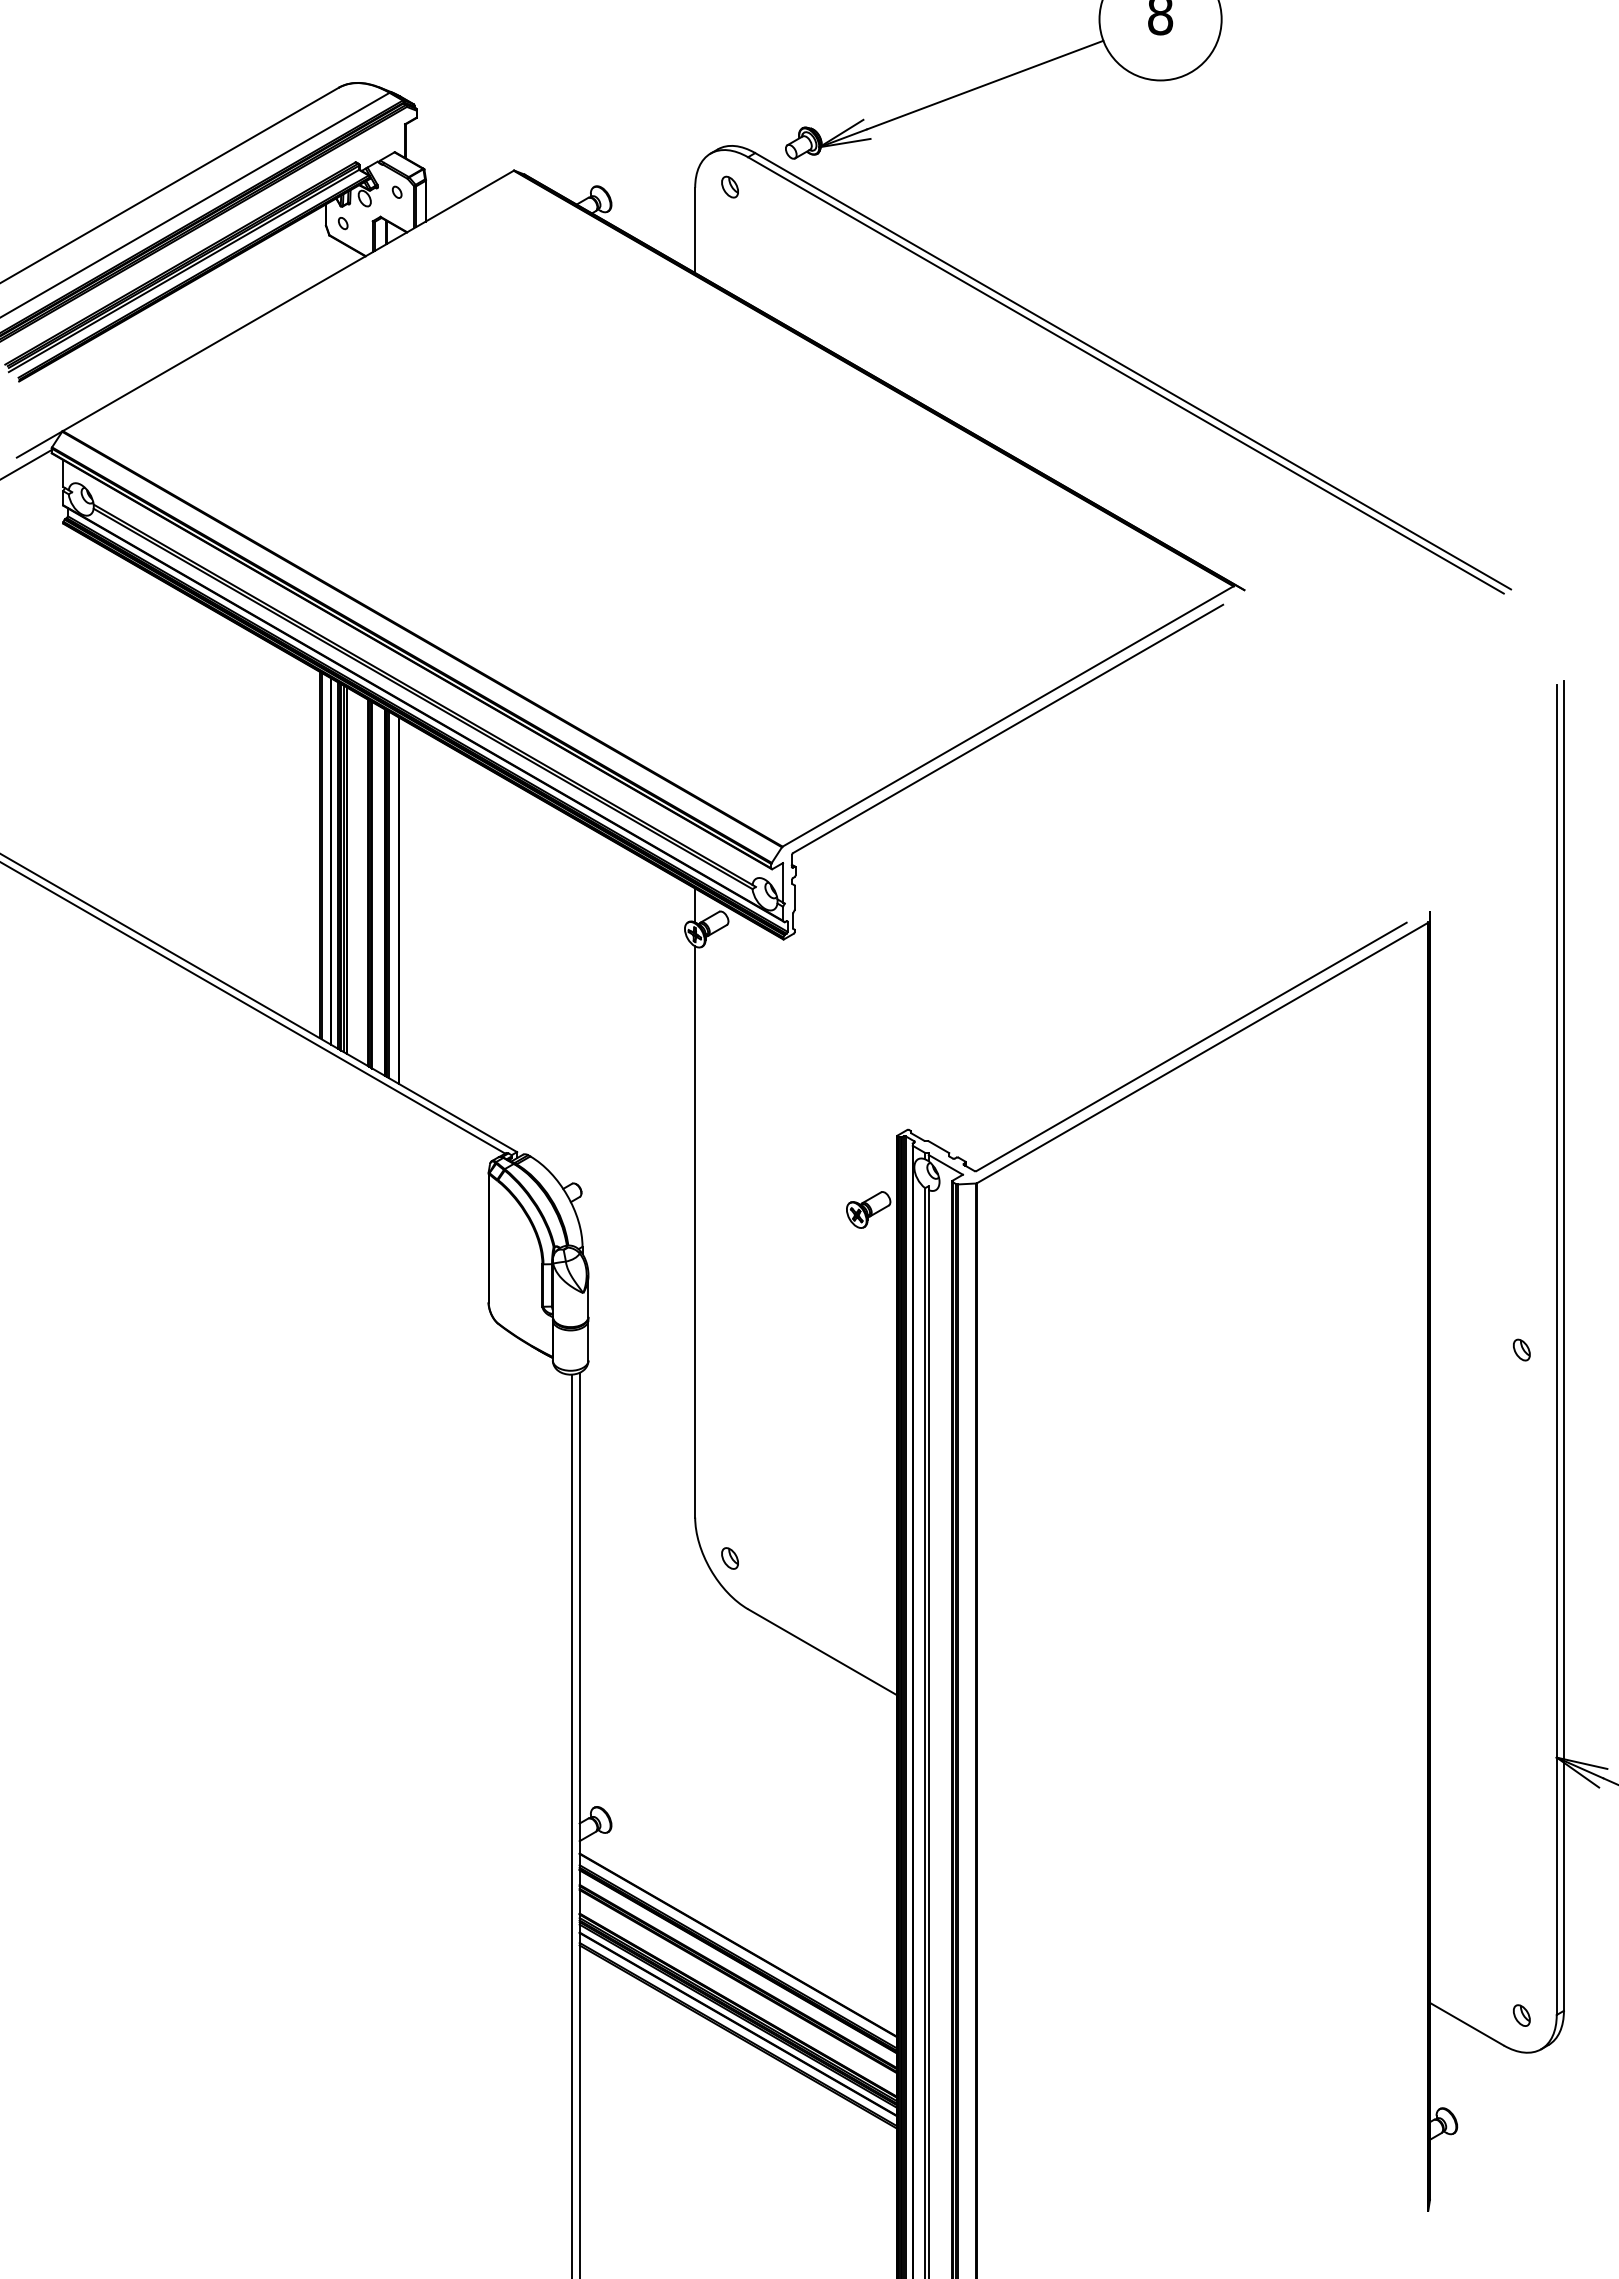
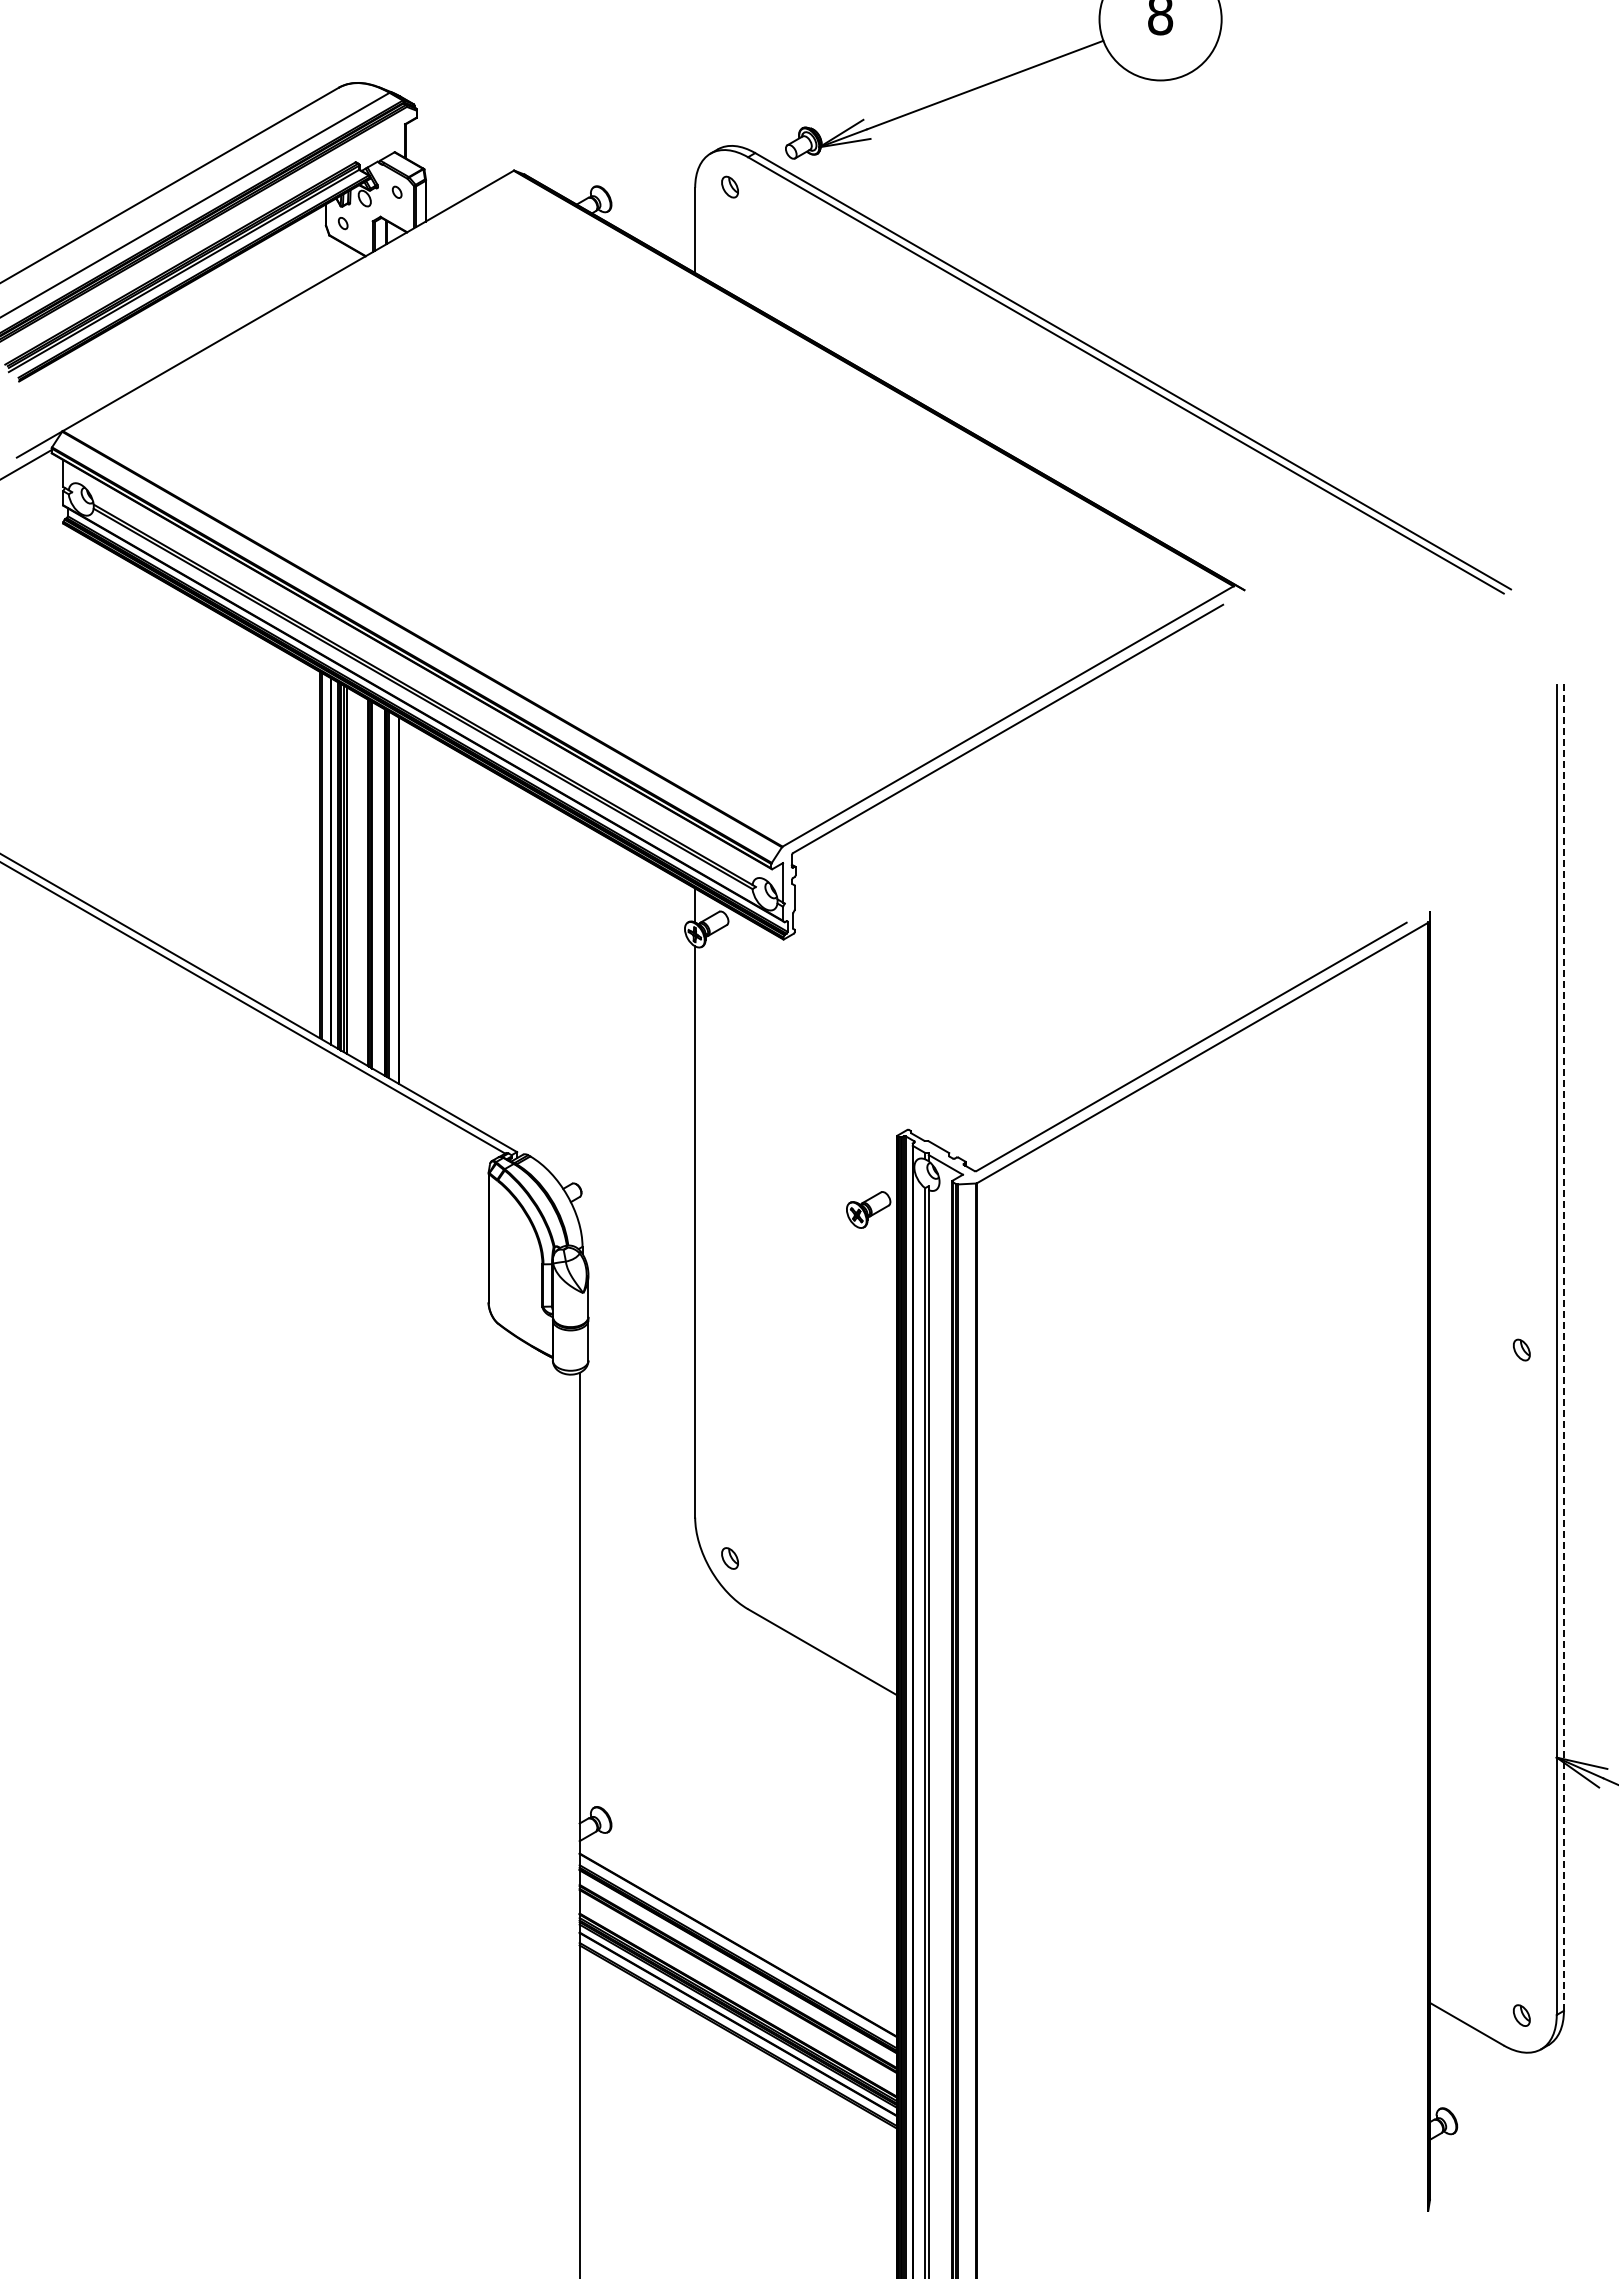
line at (1563, 1345): solid -> dashed
line at (572, 1824): present -> none
